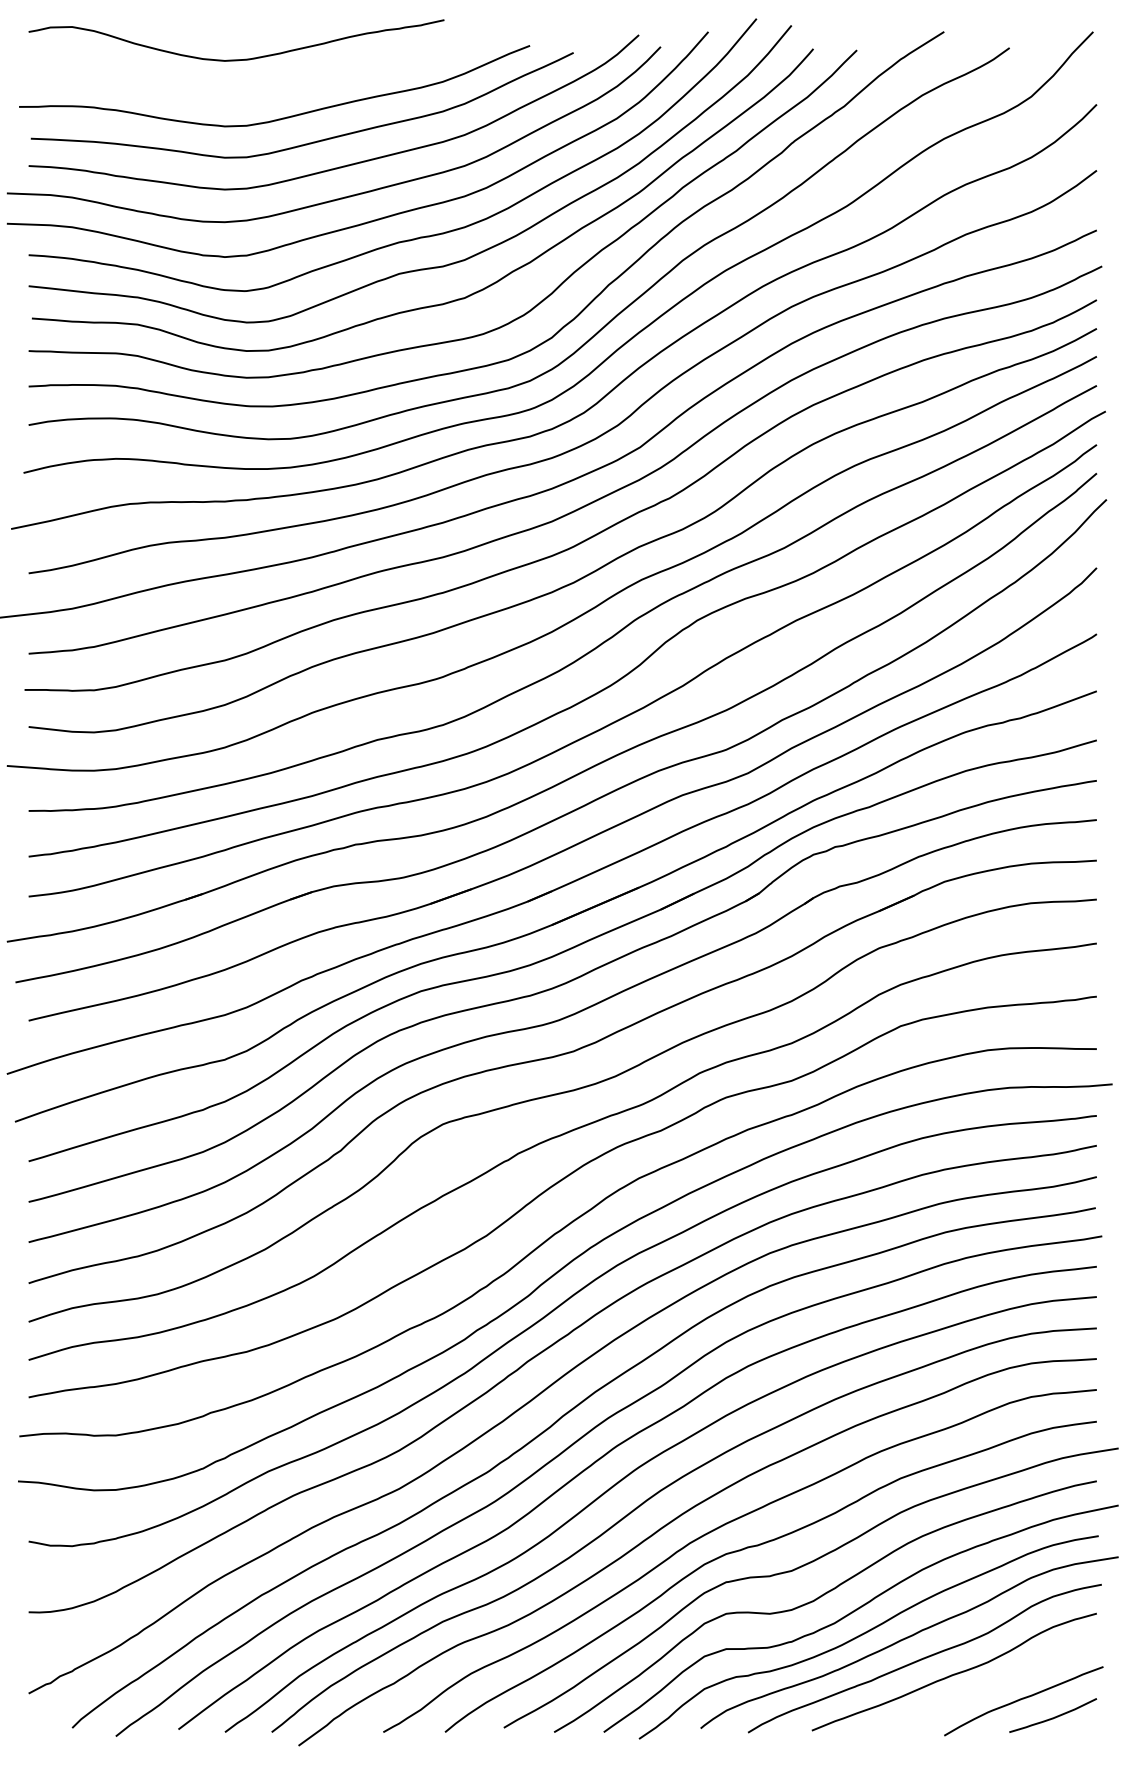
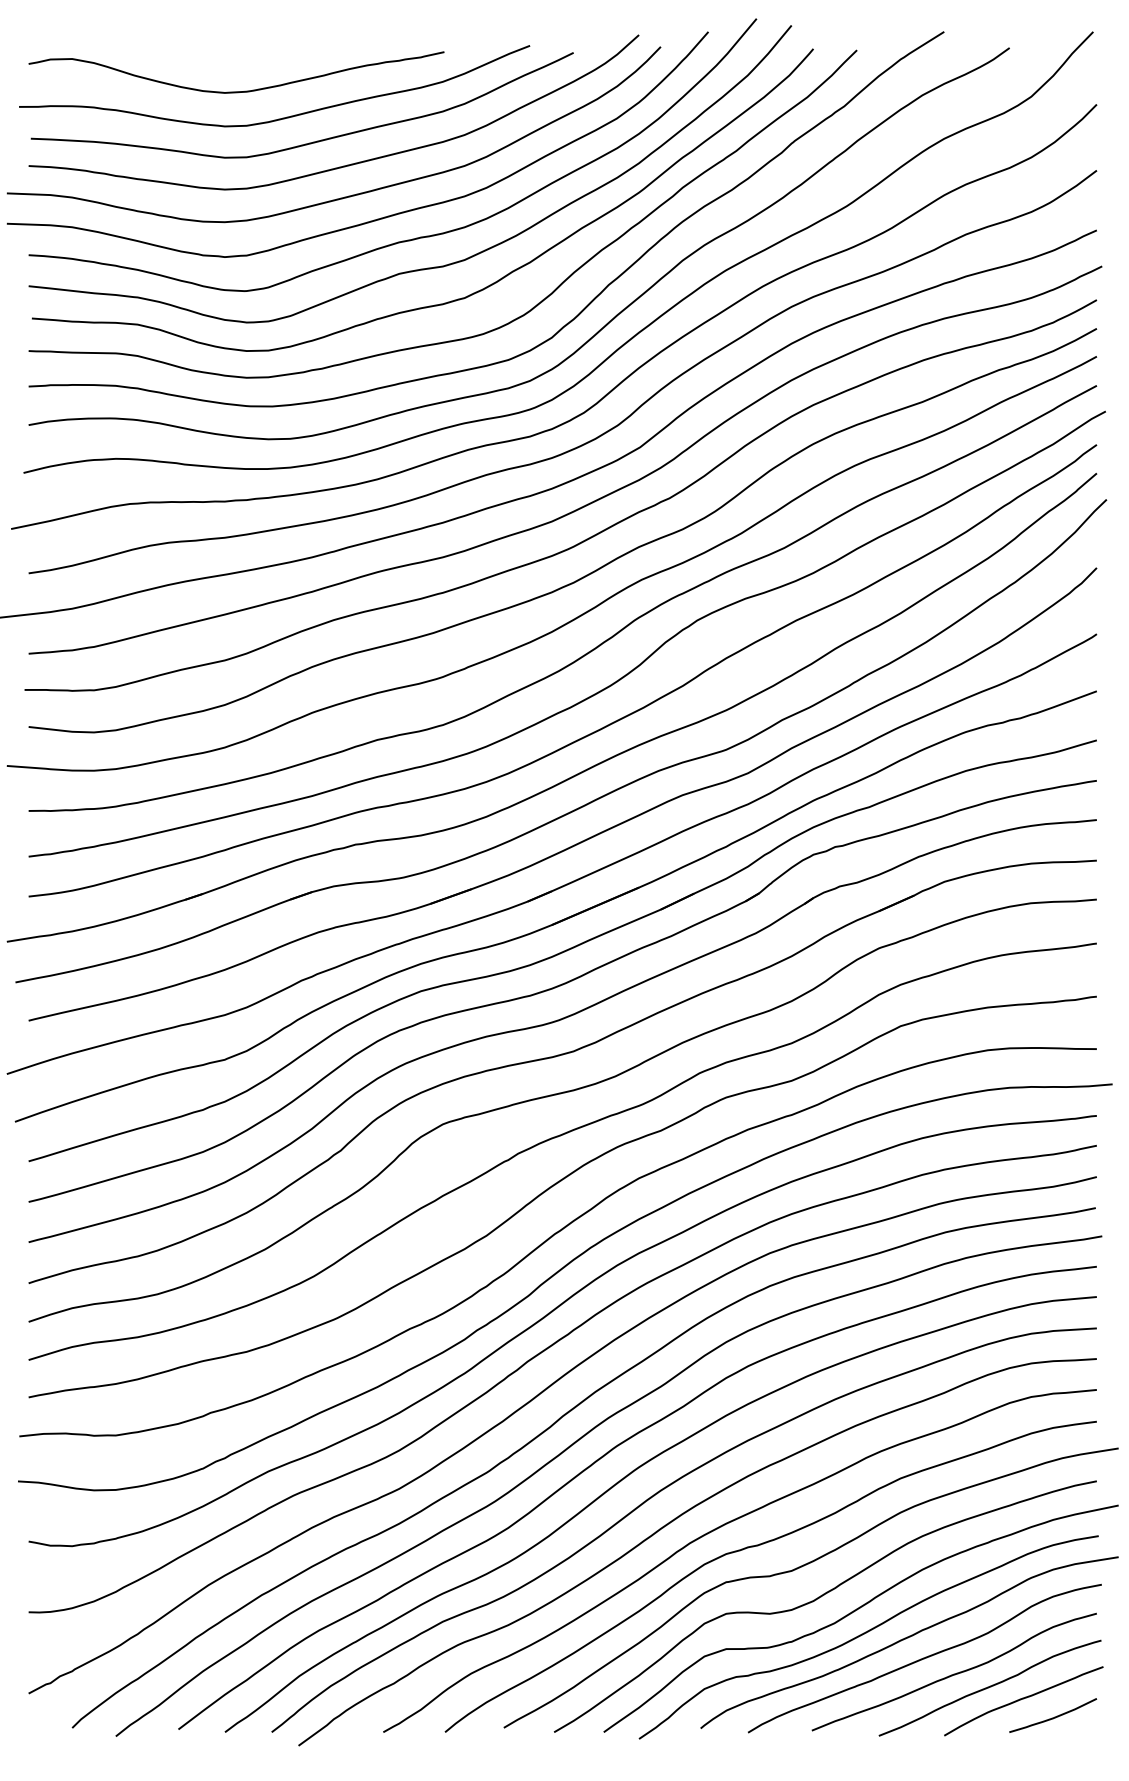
curve at (236, 59) position: (236, 59) -> (236, 91)
curve at (989, 1687): none -> present
